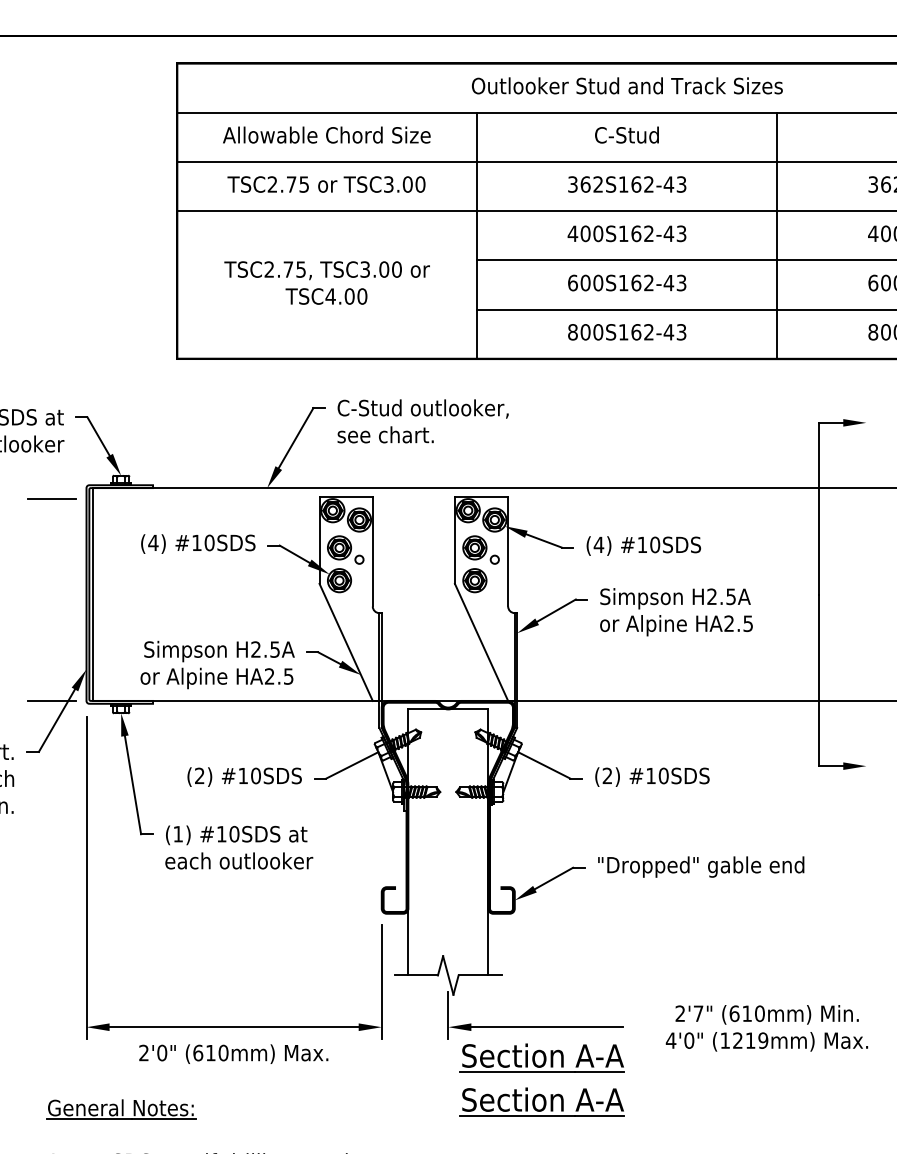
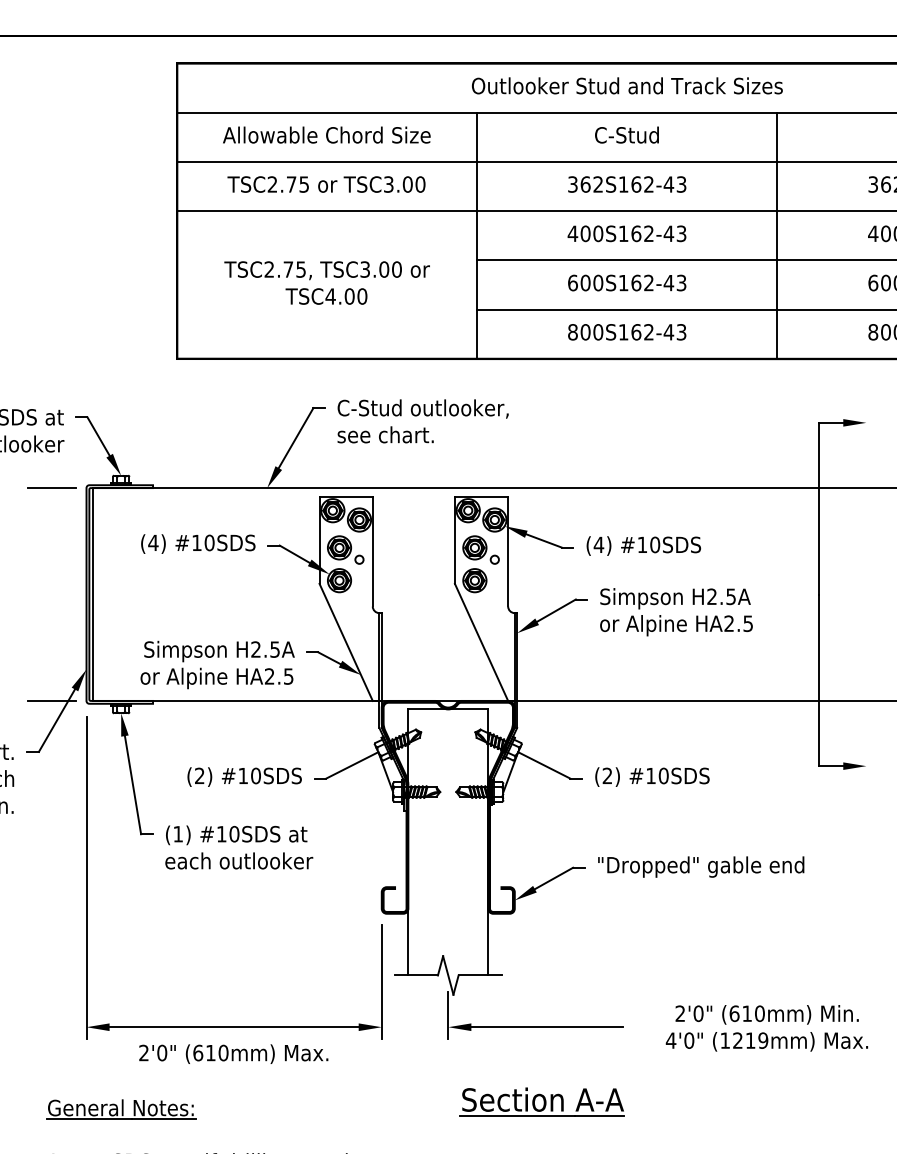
line at (51, 498) position: (51, 498) -> (51, 487)
text at (698, 1013): 2'7" -> 2'0"
part at (541, 1057): present -> none
